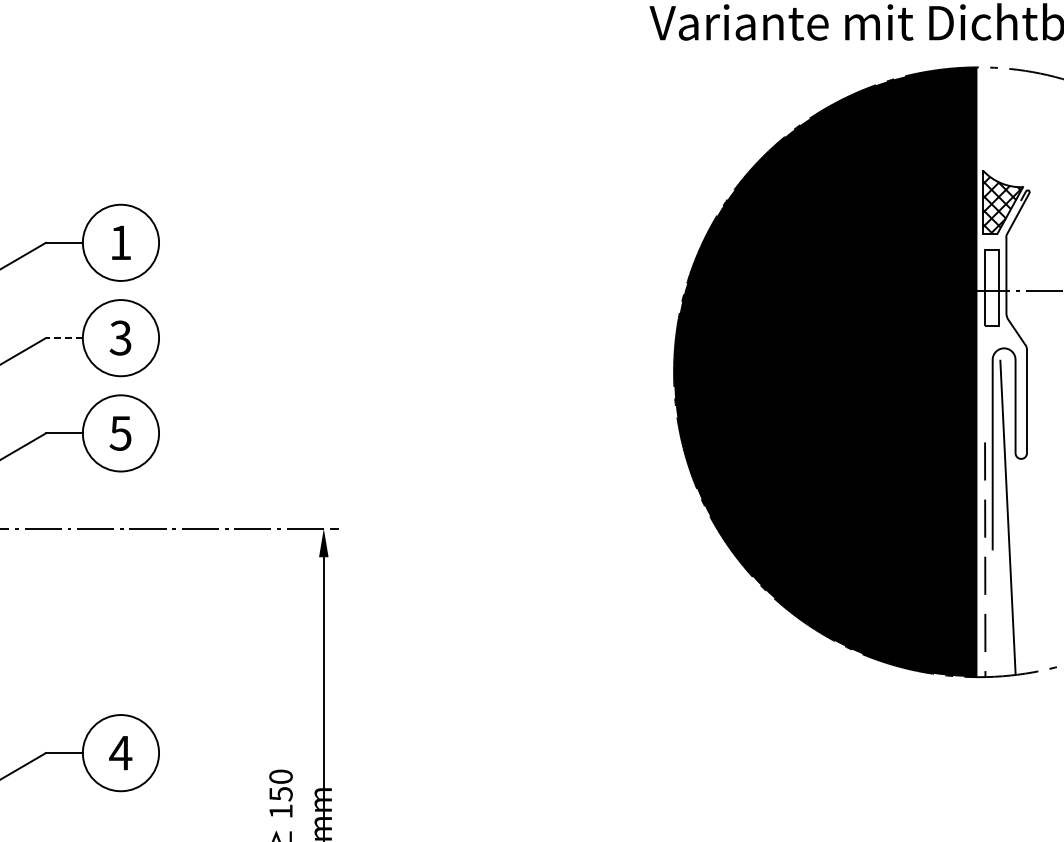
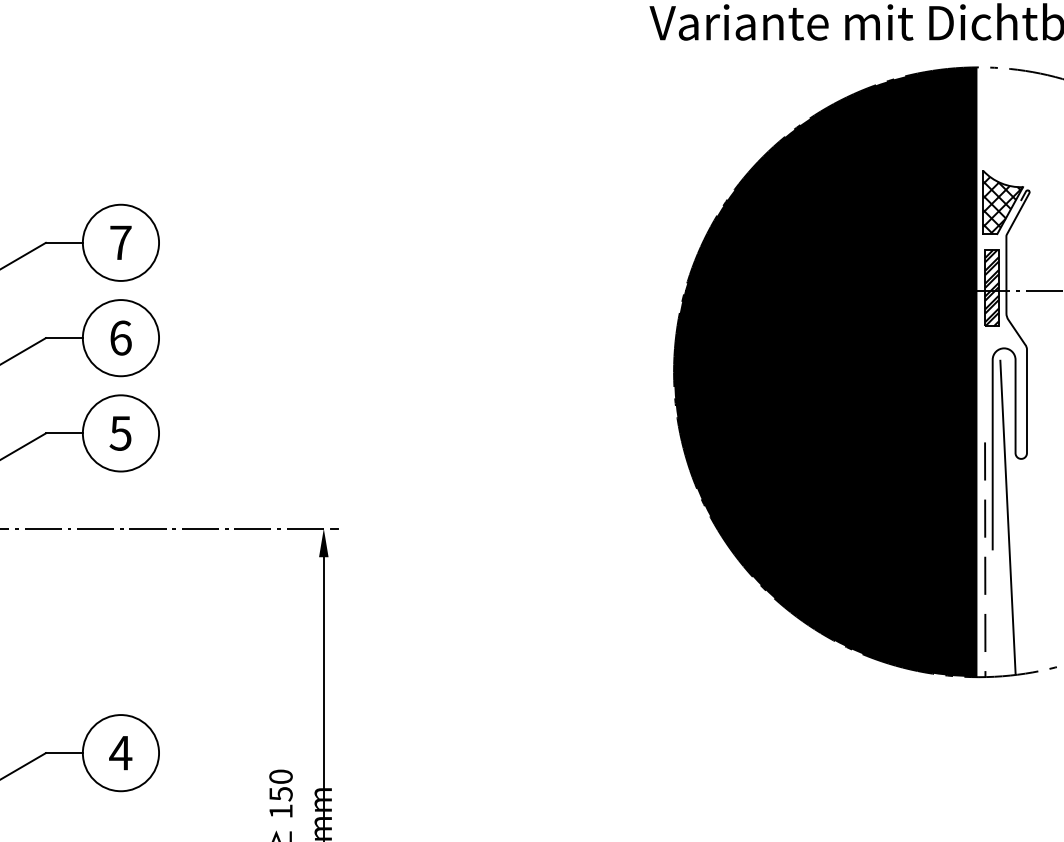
text at (120, 242): 1 -> 7
hatch at (991, 288): none -> present
text at (120, 337): 3 -> 6
line at (63, 338): dashed -> solid
